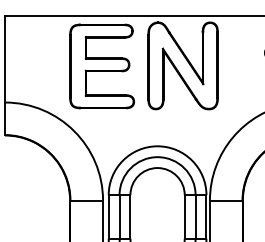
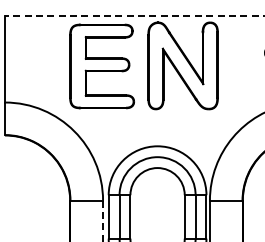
line at (134, 15): solid -> dashed
line at (103, 221): solid -> dashed
